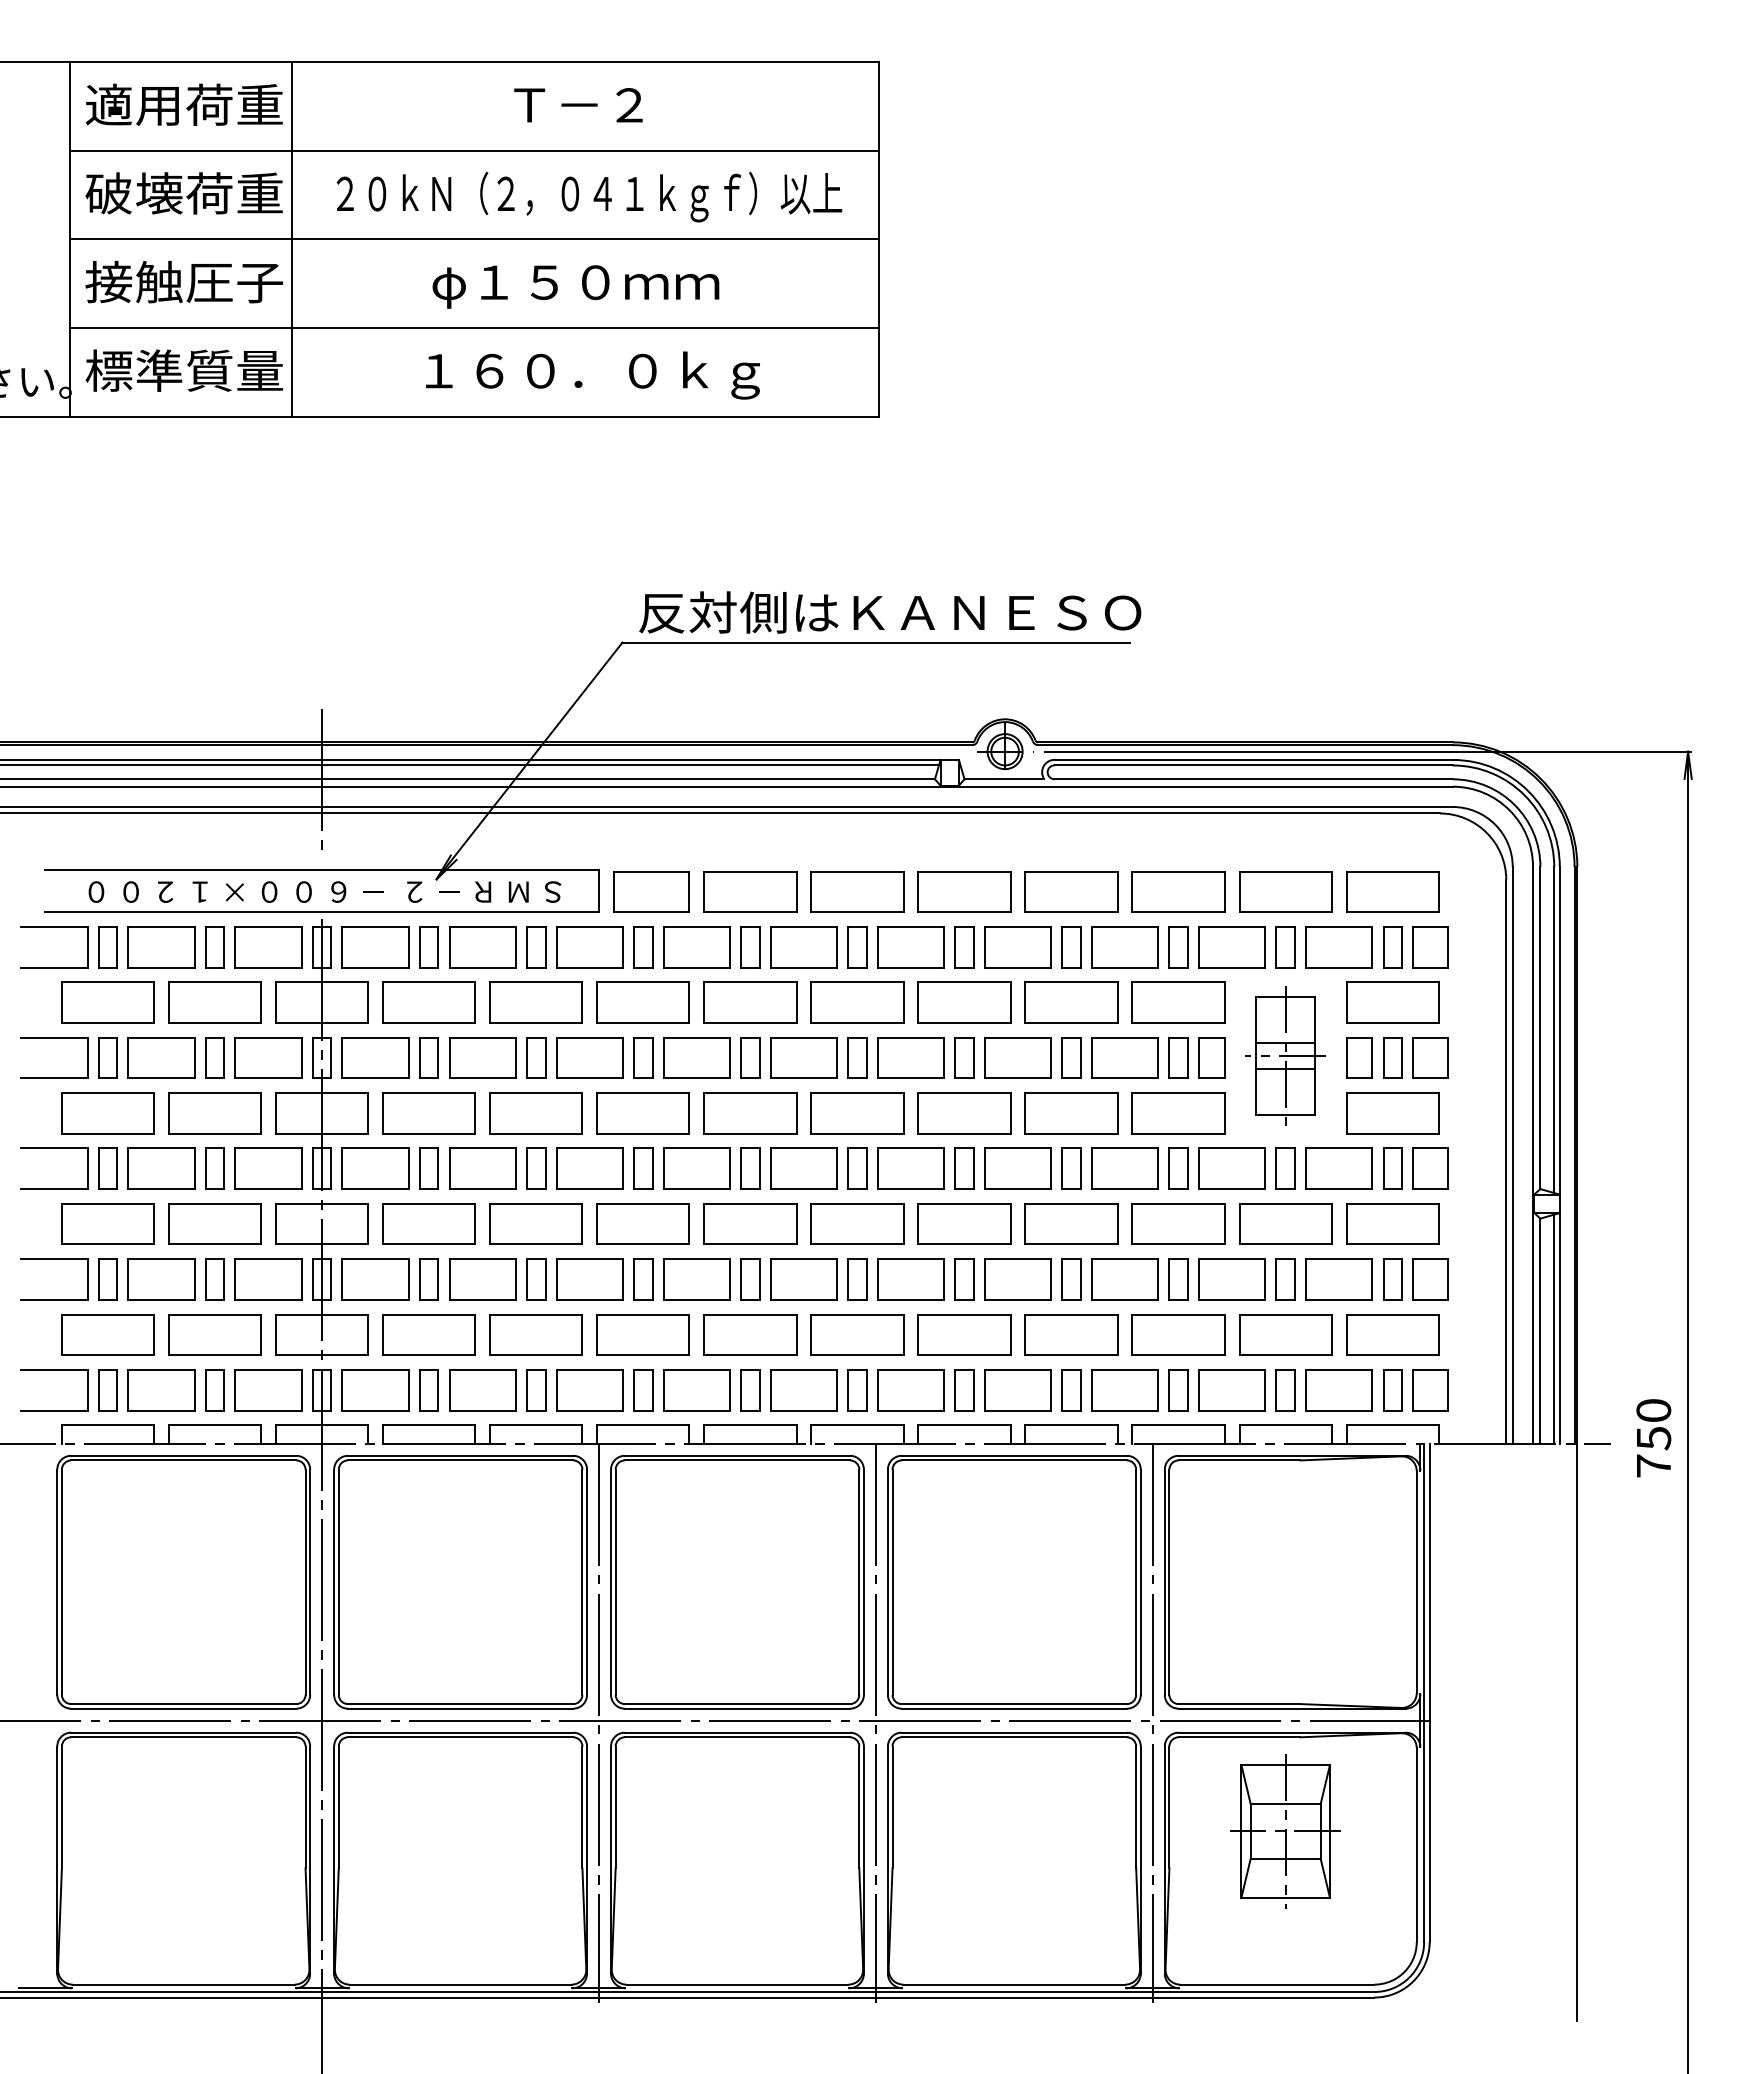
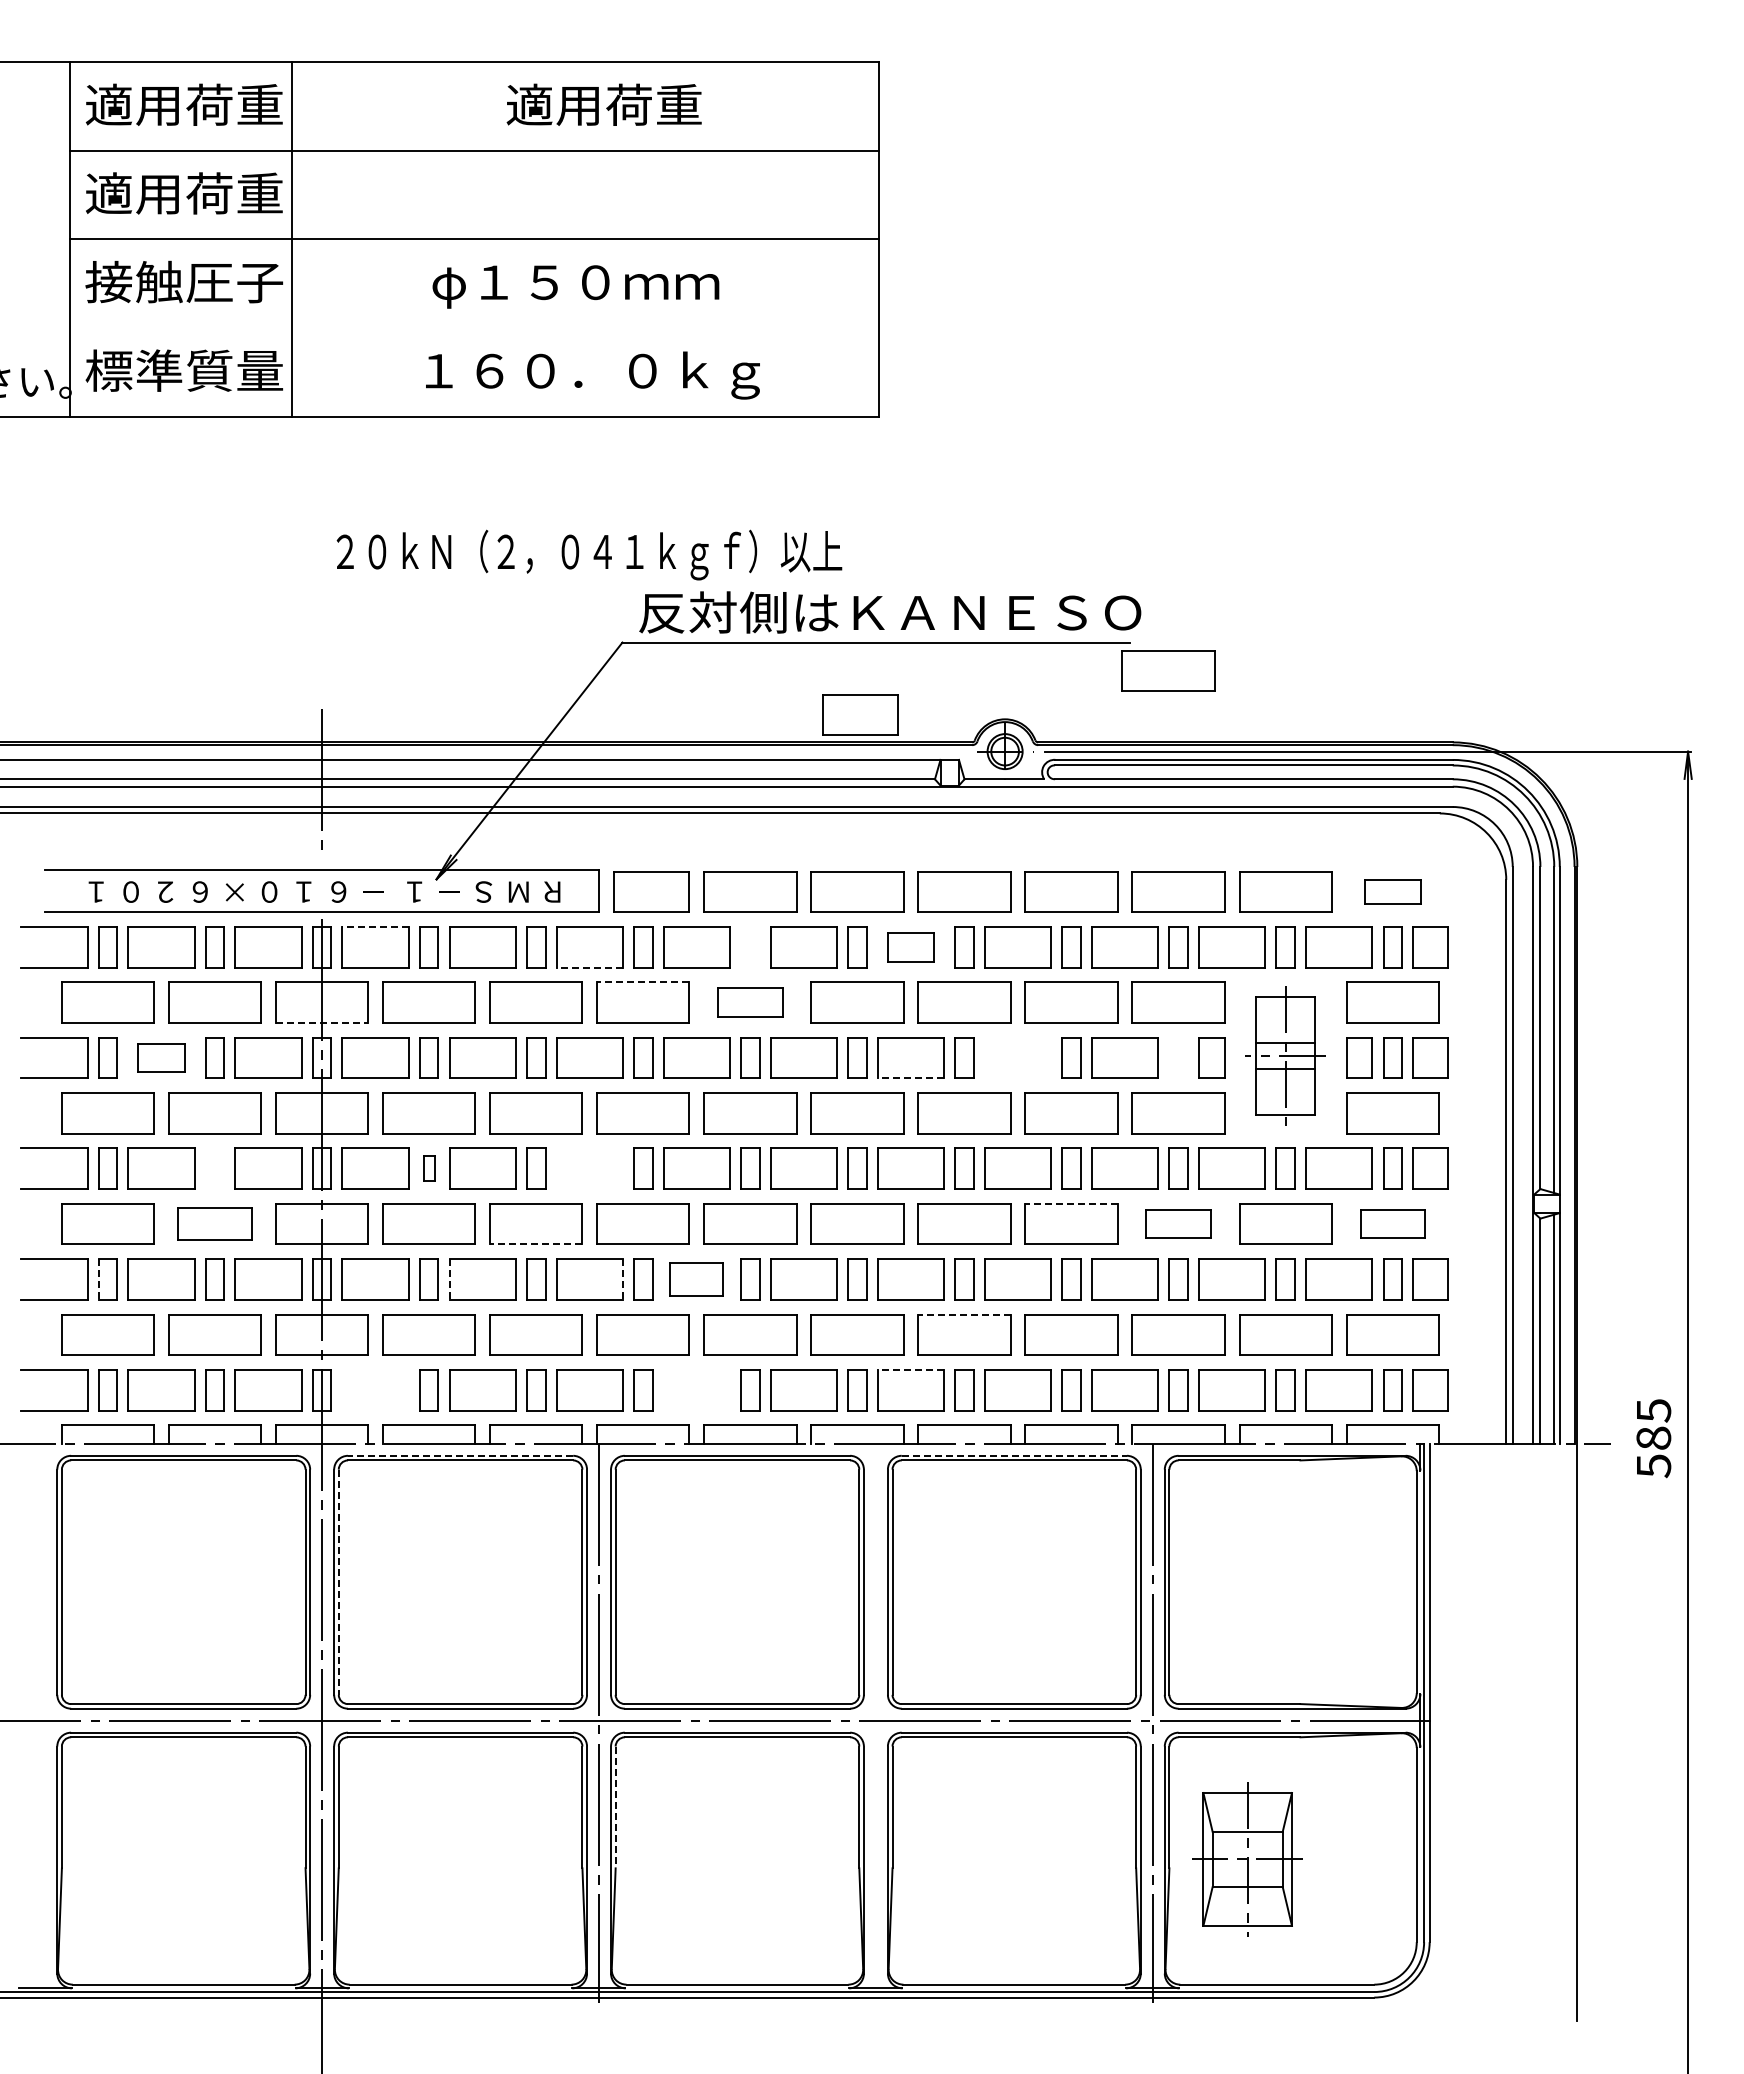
text at (603, 104): Ｔ－２ -> 適用荷重
text at (133, 193): 破壊荷重 -> 適用荷重
text at (589, 196) position: (589, 196) -> (589, 554)
line at (474, 328): present -> none
part at (1168, 670): none -> present
part at (860, 714): none -> present
line at (470, 765): present -> none
text at (96, 891): ０ -> １
text at (199, 891): １ -> ６
text at (303, 891): ０ -> １
text at (483, 891): Ｒ -> Ｓ
text at (552, 891): Ｓ -> Ｒ
part at (1392, 891) size: 94x42 px -> 58x26 px
text at (414, 892): ２ -> １
line at (375, 926): solid -> dashed
part at (750, 947): present -> none
part at (910, 947) size: 68x43 px -> 48x31 px
line at (589, 967): solid -> dashed
line at (642, 982): solid -> dashed
part at (750, 1002) size: 95x43 px -> 67x31 px
line at (322, 1022): solid -> dashed
part at (161, 1057) size: 69x42 px -> 49x30 px
part at (1017, 1057): present -> none
part at (1178, 1057): present -> none
line at (910, 1078): solid -> dashed
part at (214, 1168): present -> none
part at (428, 1168) size: 20x43 px -> 13x27 px
part at (589, 1168): present -> none
line at (1071, 1203): solid -> dashed
part at (214, 1223) size: 94x42 px -> 76x34 px
part at (1178, 1223) size: 95x42 px -> 67x30 px
part at (1392, 1223) size: 94x42 px -> 66x30 px
line at (535, 1244): solid -> dashed
part at (696, 1279) size: 68x43 px -> 55x35 px
line at (98, 1280): solid -> dashed
line at (449, 1280): solid -> dashed
line at (623, 1280): solid -> dashed
line at (964, 1314): solid -> dashed
line at (910, 1369): solid -> dashed
part at (375, 1390): present -> none
part at (696, 1390): present -> none
text at (1653, 1438): 750 -> 585
line at (460, 1455): solid -> dashed
line at (1014, 1455): solid -> dashed
line at (338, 1582): solid -> dashed
line at (875, 1723): present -> none
line at (615, 1807): solid -> dashed
part at (1285, 1831) position: (1285, 1831) -> (1247, 1859)
